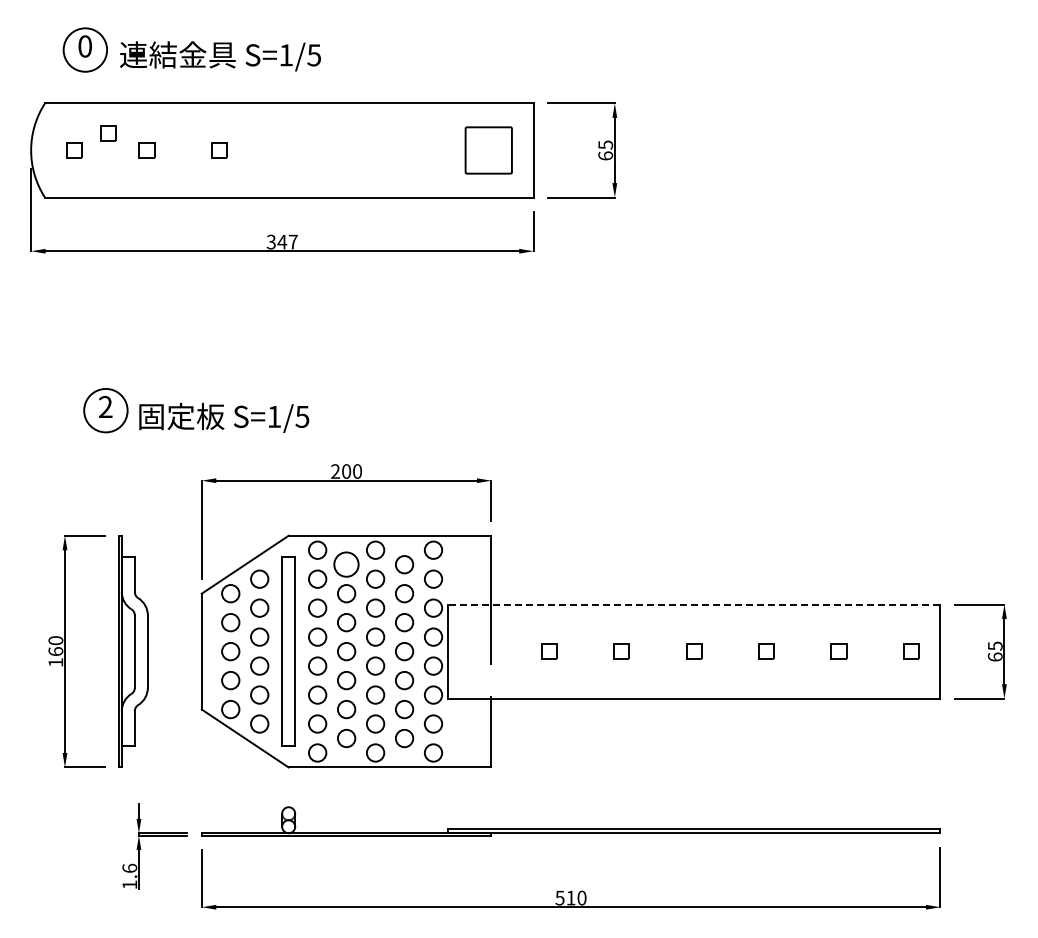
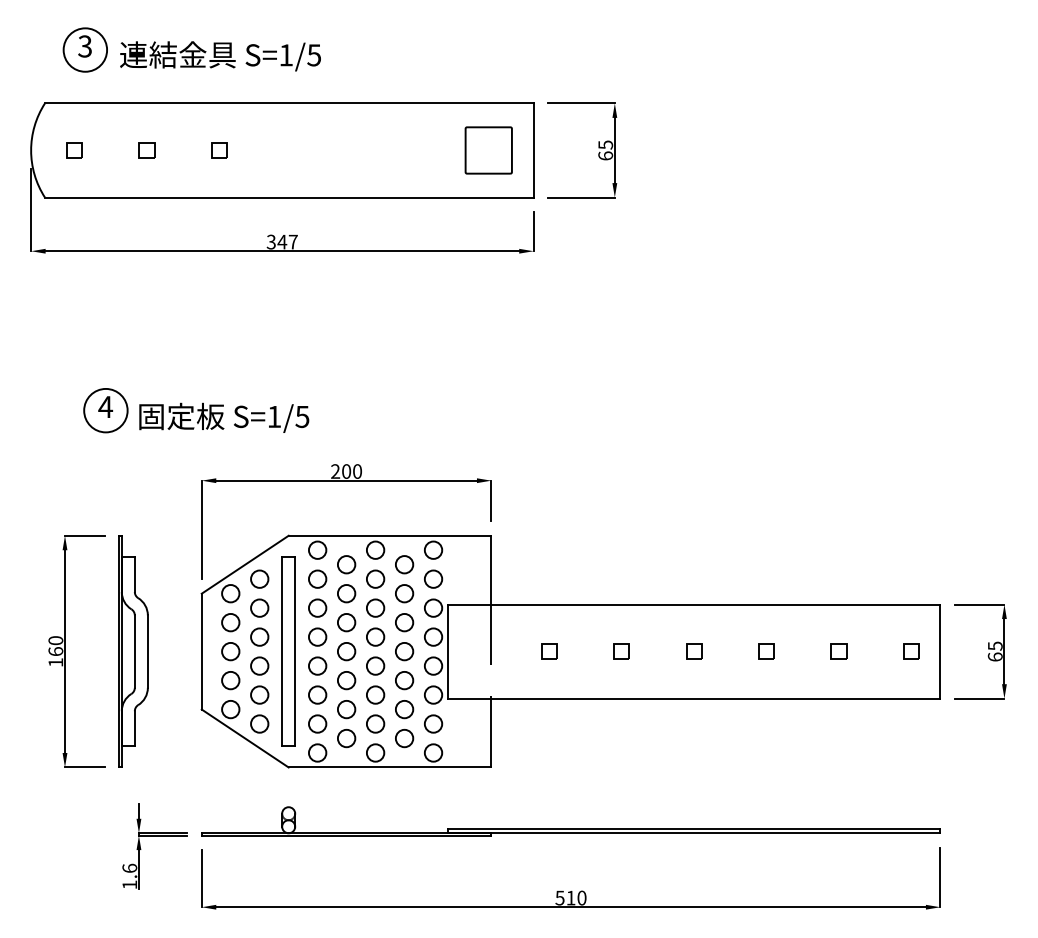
text at (84, 46): 0 -> 3
part at (108, 133): present -> none
text at (105, 406): 2 -> 4
circle at (346, 564) size: 27x27 px -> 20x20 px
line at (693, 604): dashed -> solid
